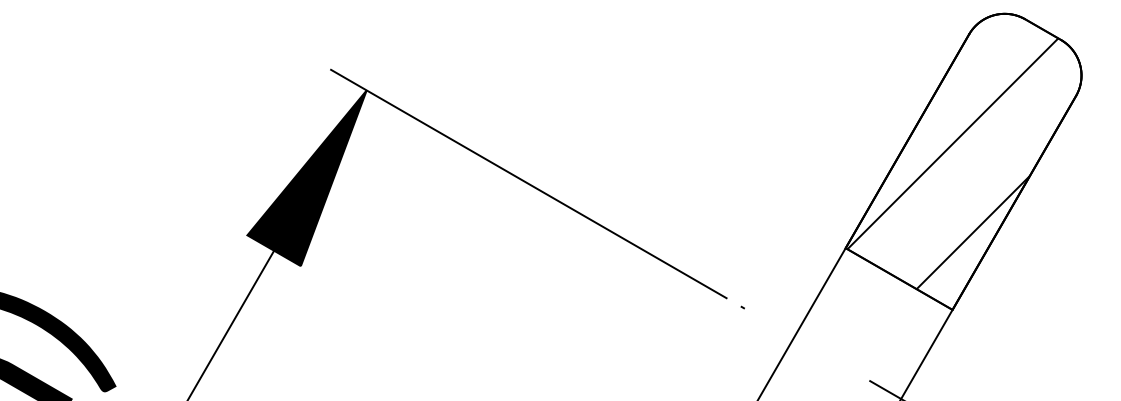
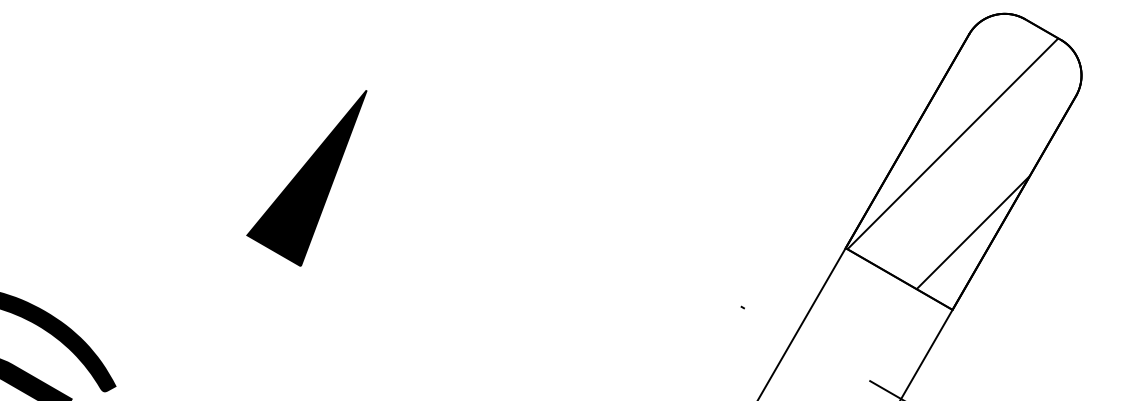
line at (528, 183): present -> none
line at (231, 323): present -> none
